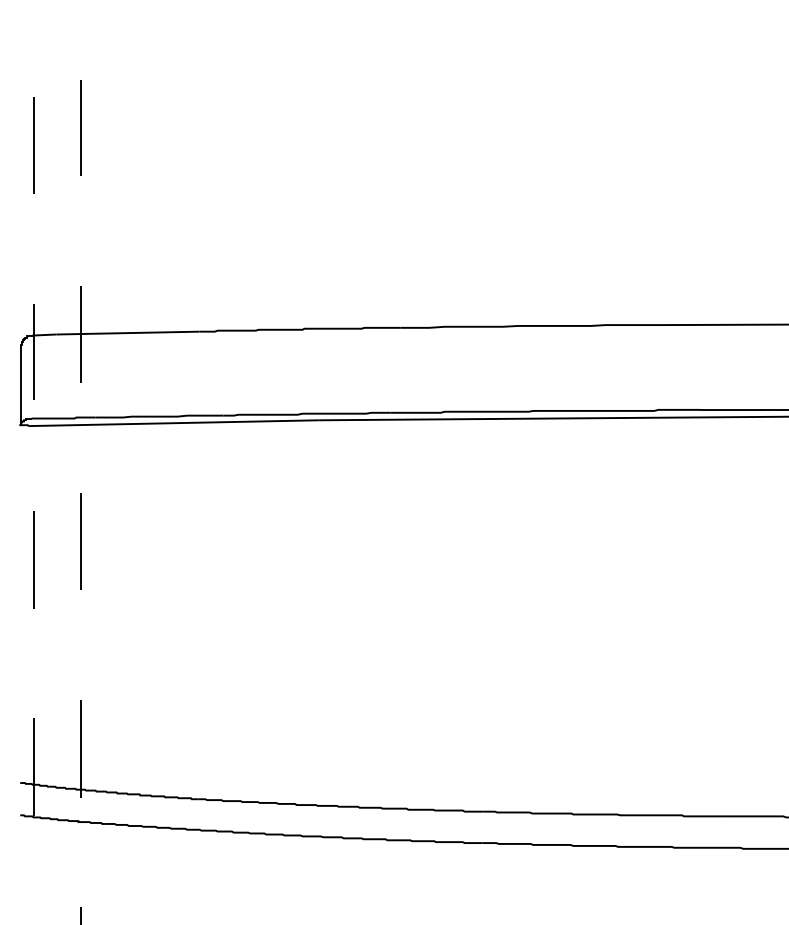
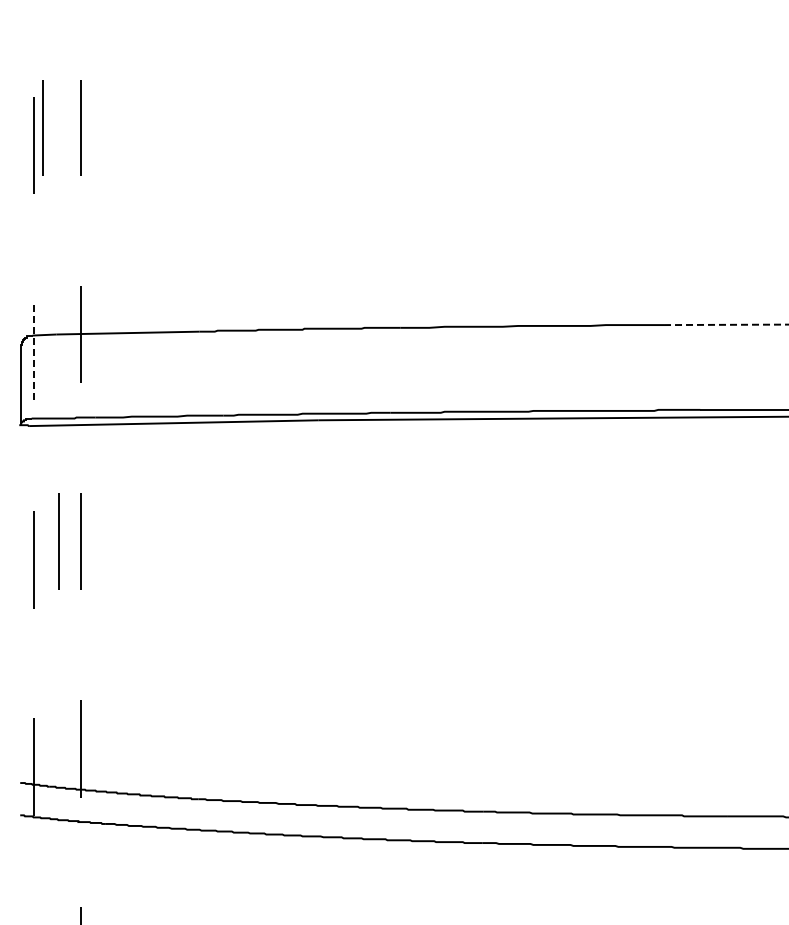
line at (42, 127): none -> present
line at (726, 324): solid -> dashed
line at (34, 351): solid -> dashed
line at (58, 541): none -> present
